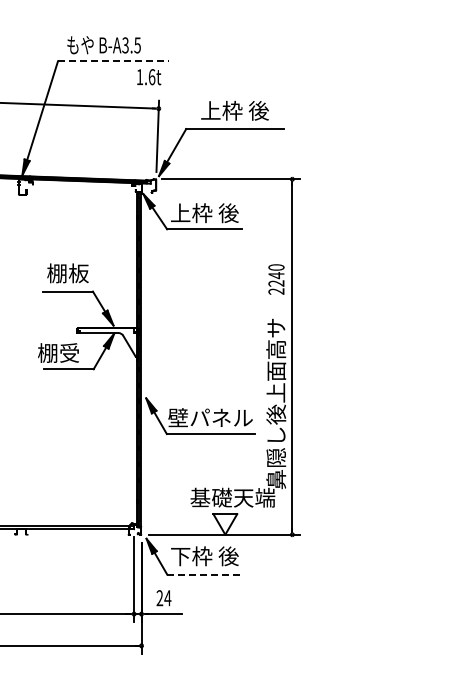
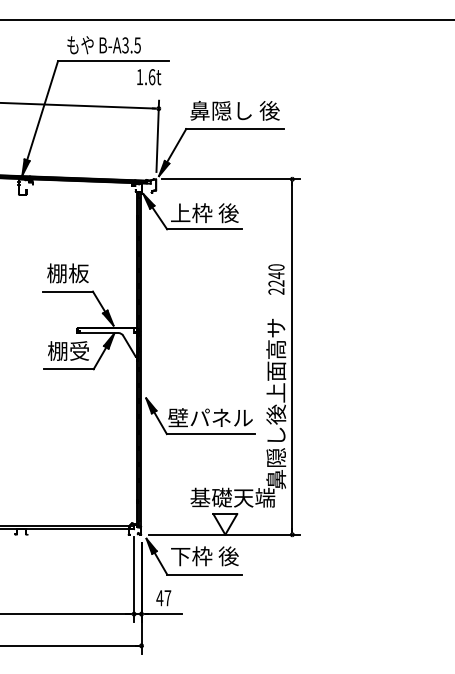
line at (226, 20): none -> present
line at (113, 61): dashed -> solid
text at (234, 110): 上枠 後 -> 鼻隠し 後
text at (58, 352) position: (58, 352) -> (68, 350)
line at (204, 574): dashed -> solid
text at (163, 598): 24 -> 47
